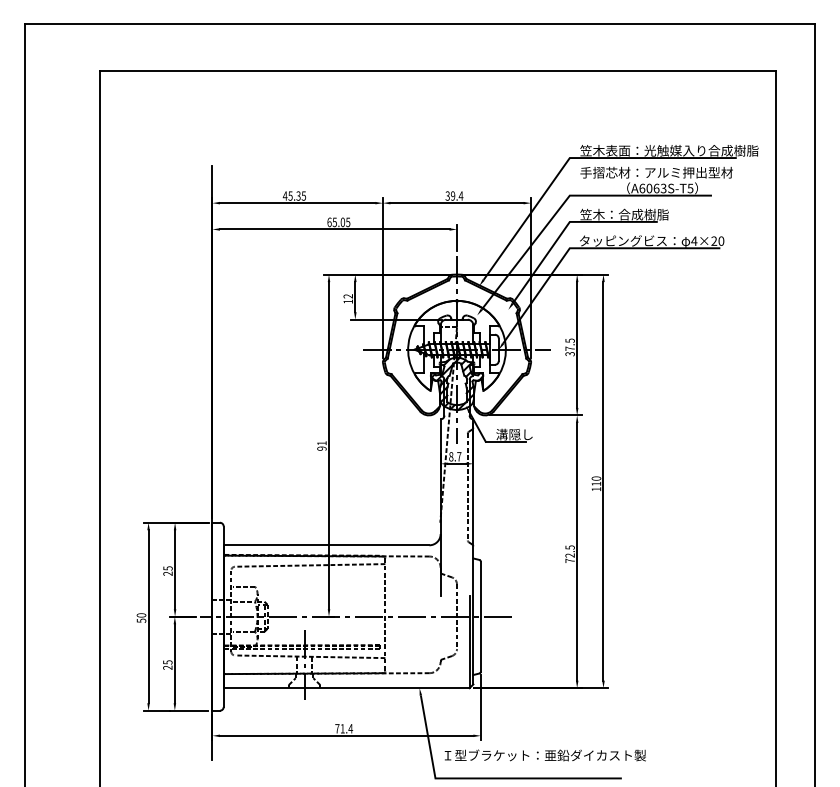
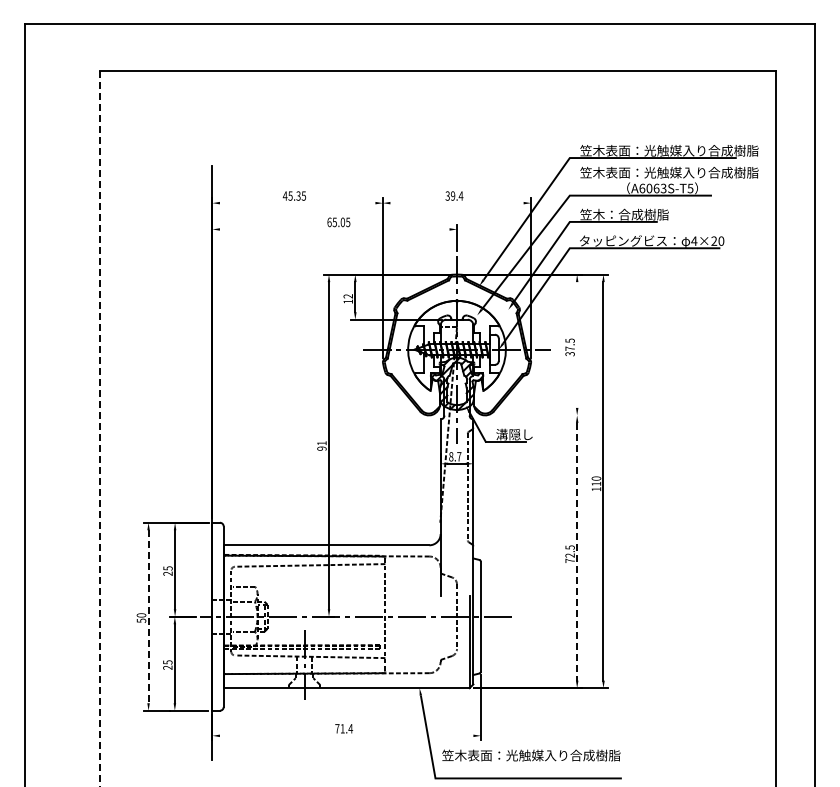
text at (669, 172): 手摺芯材：アルミ押出型材 -> 笠木表面：光触媒入り合成樹脂
line at (297, 203): present -> none
line at (456, 203): present -> none
line at (334, 229): present -> none
line at (577, 344): present -> none
line at (535, 415): present -> none
line at (100, 429): solid -> dashed
line at (577, 551): solid -> dashed
line at (148, 617): solid -> dashed
line at (346, 735): present -> none
text at (543, 755): Ｉ型ブラケット：亜鉛ダイカスト製 -> 笠木表面：光触媒入り合成樹脂
